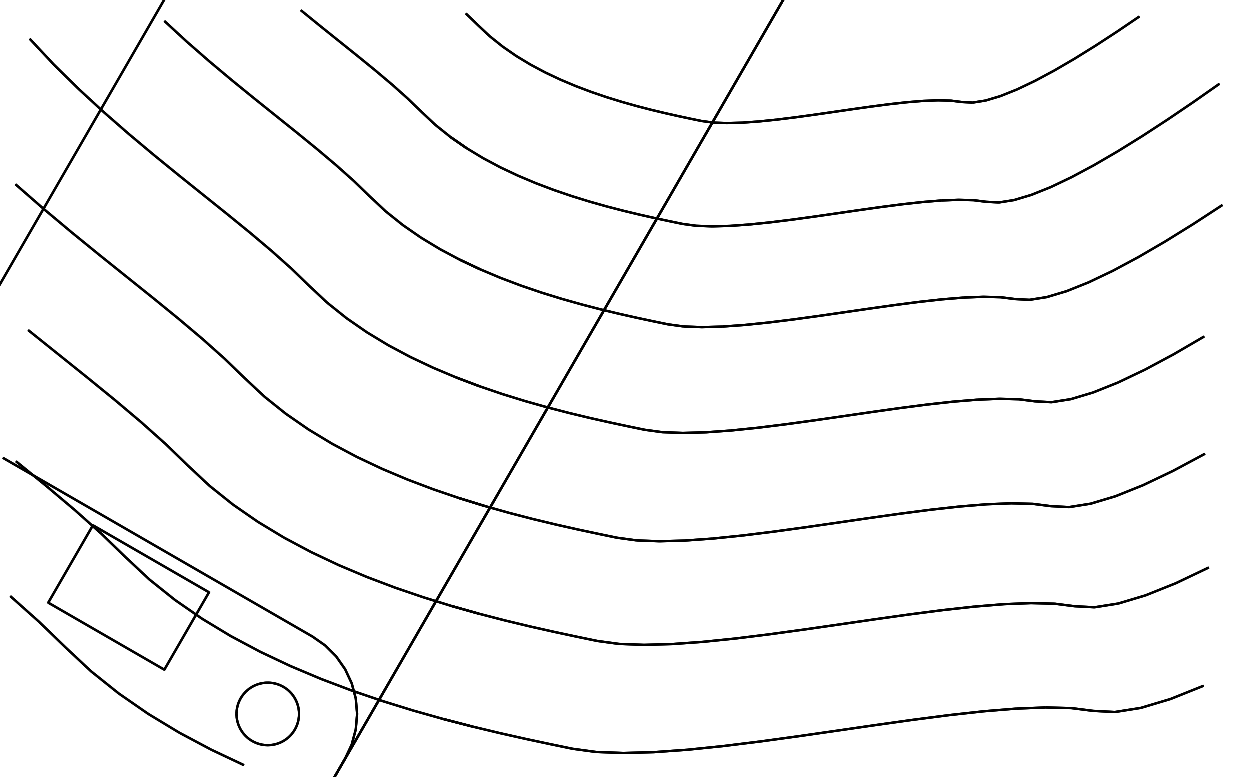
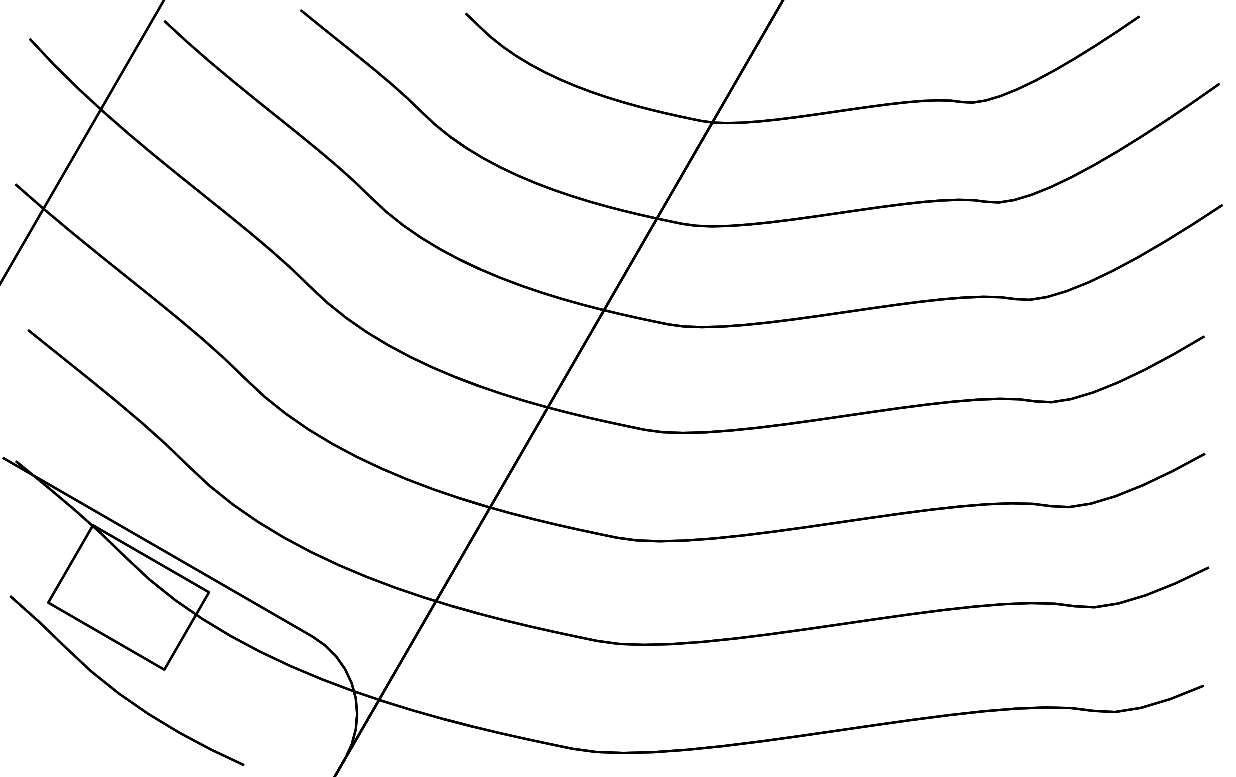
part at (267, 713): present -> none
